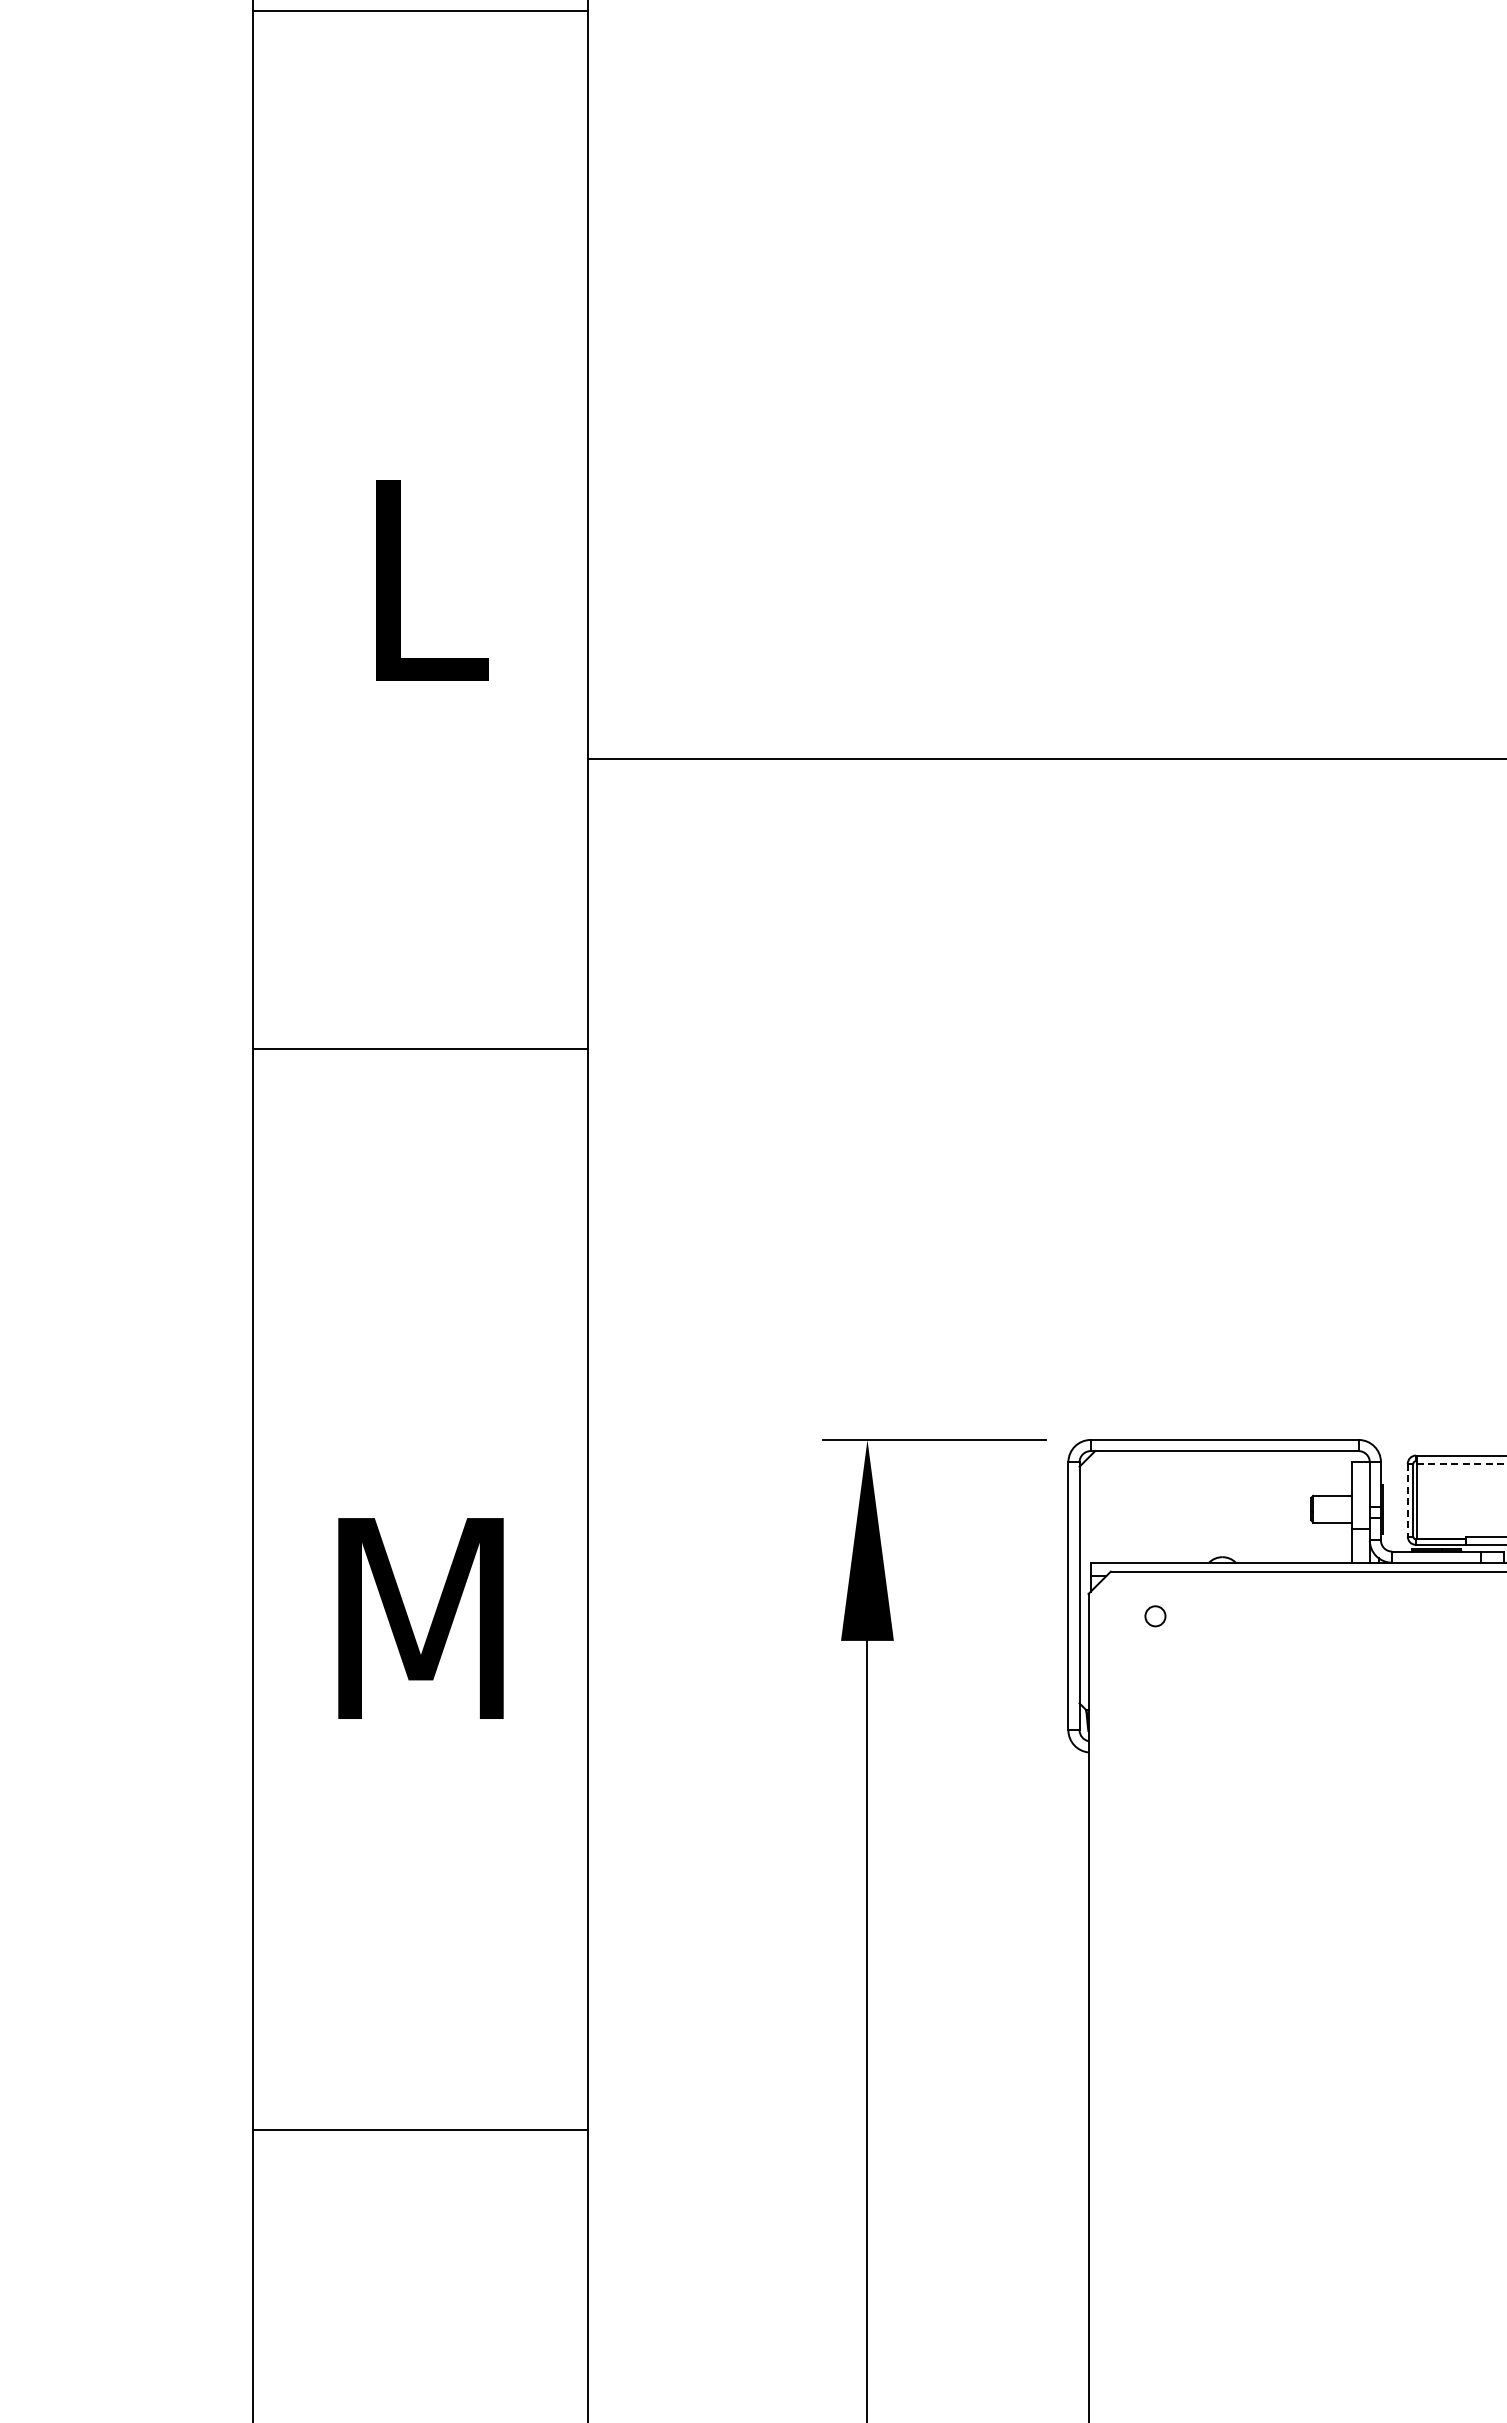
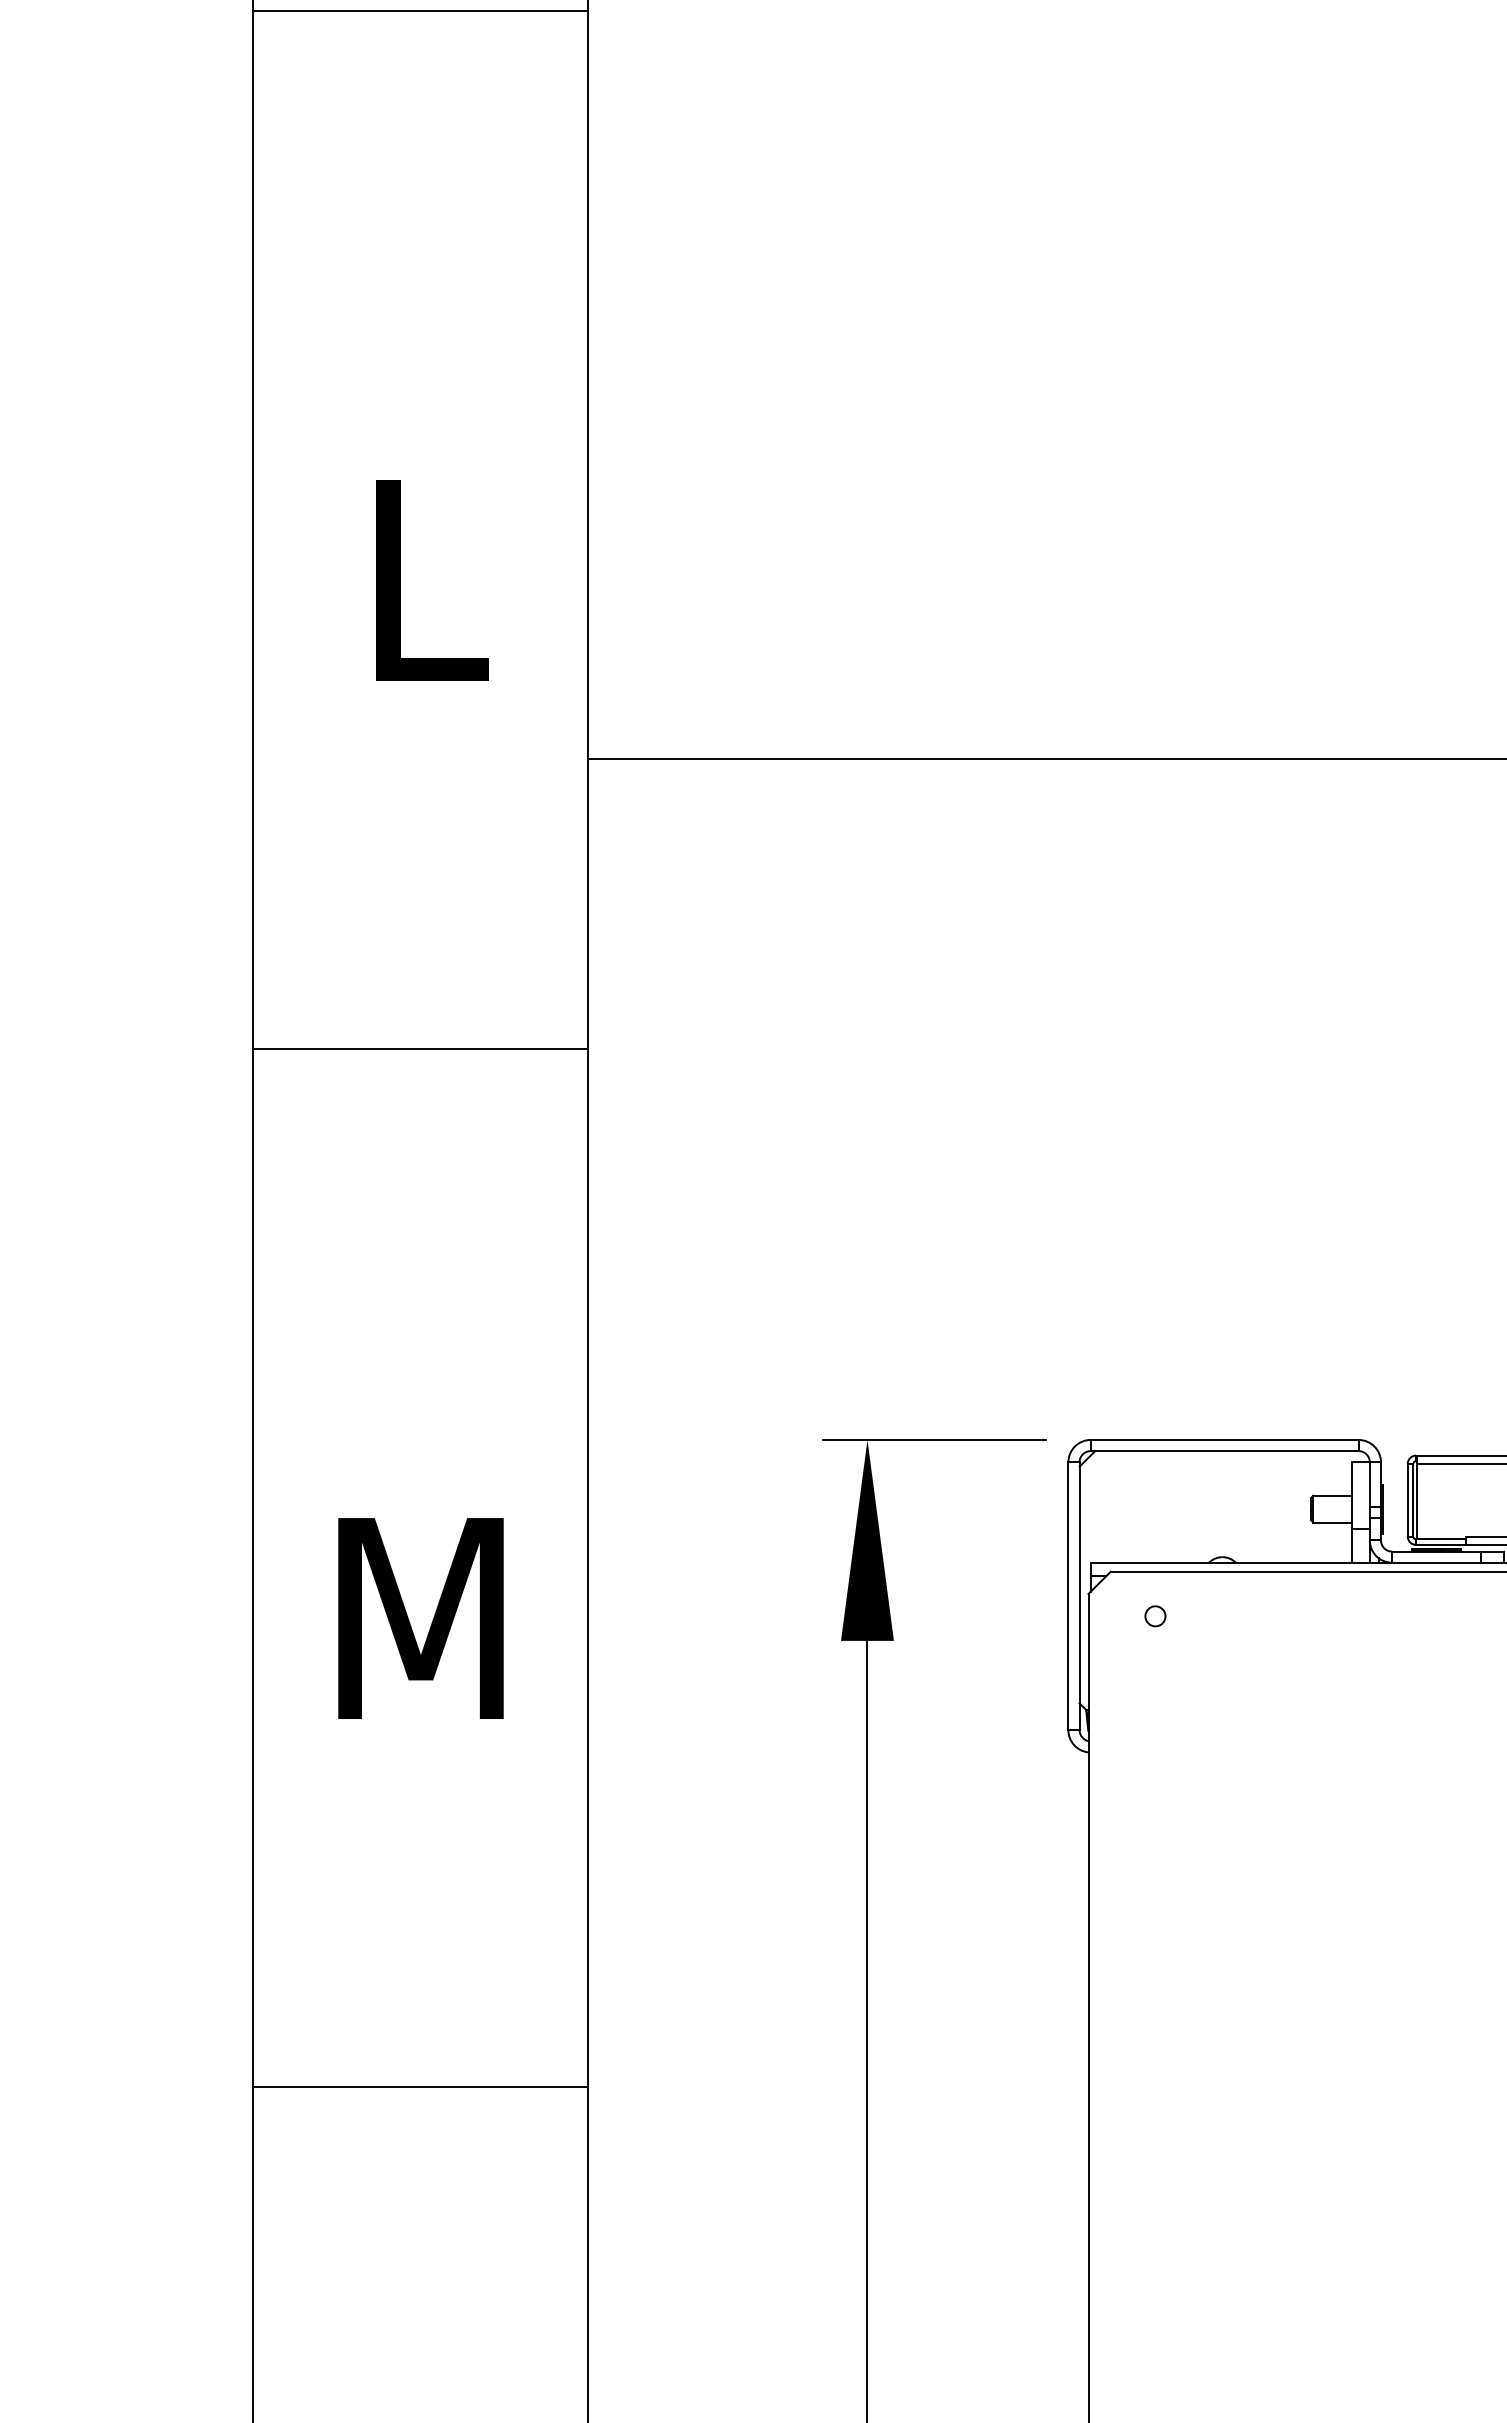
line at (1461, 1463): dashed -> solid
line at (1407, 1500): dashed -> solid
line at (420, 2130) position: (420, 2130) -> (420, 2087)
